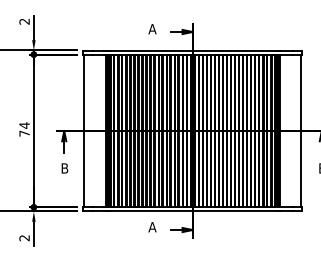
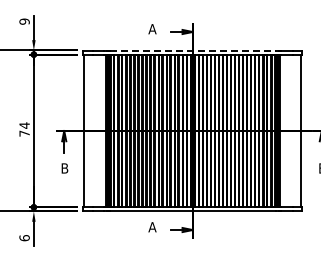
text at (24, 21): 2 -> 9
line at (192, 50): solid -> dashed
text at (24, 238): 2 -> 6
